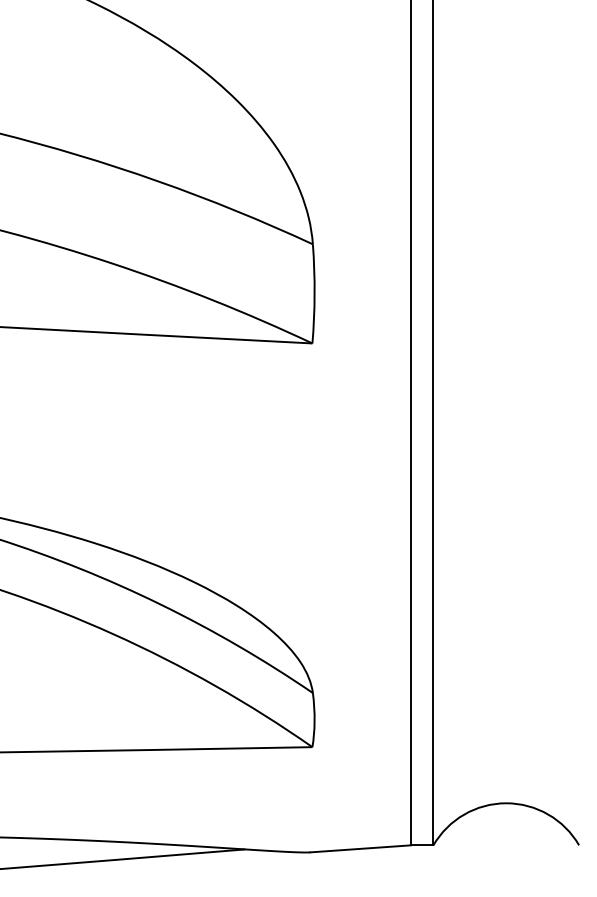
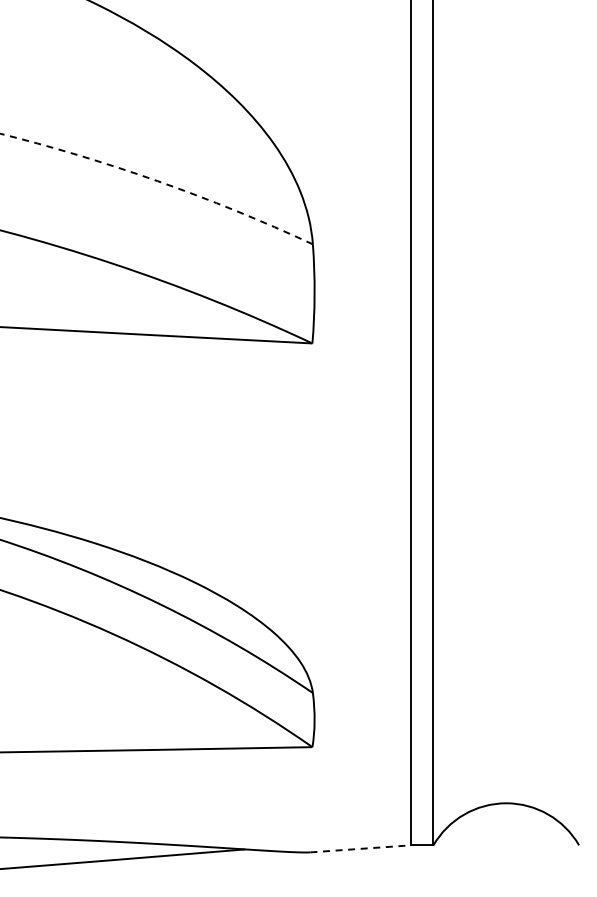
arc at (158, 181): solid -> dashed
line at (361, 848): solid -> dashed
